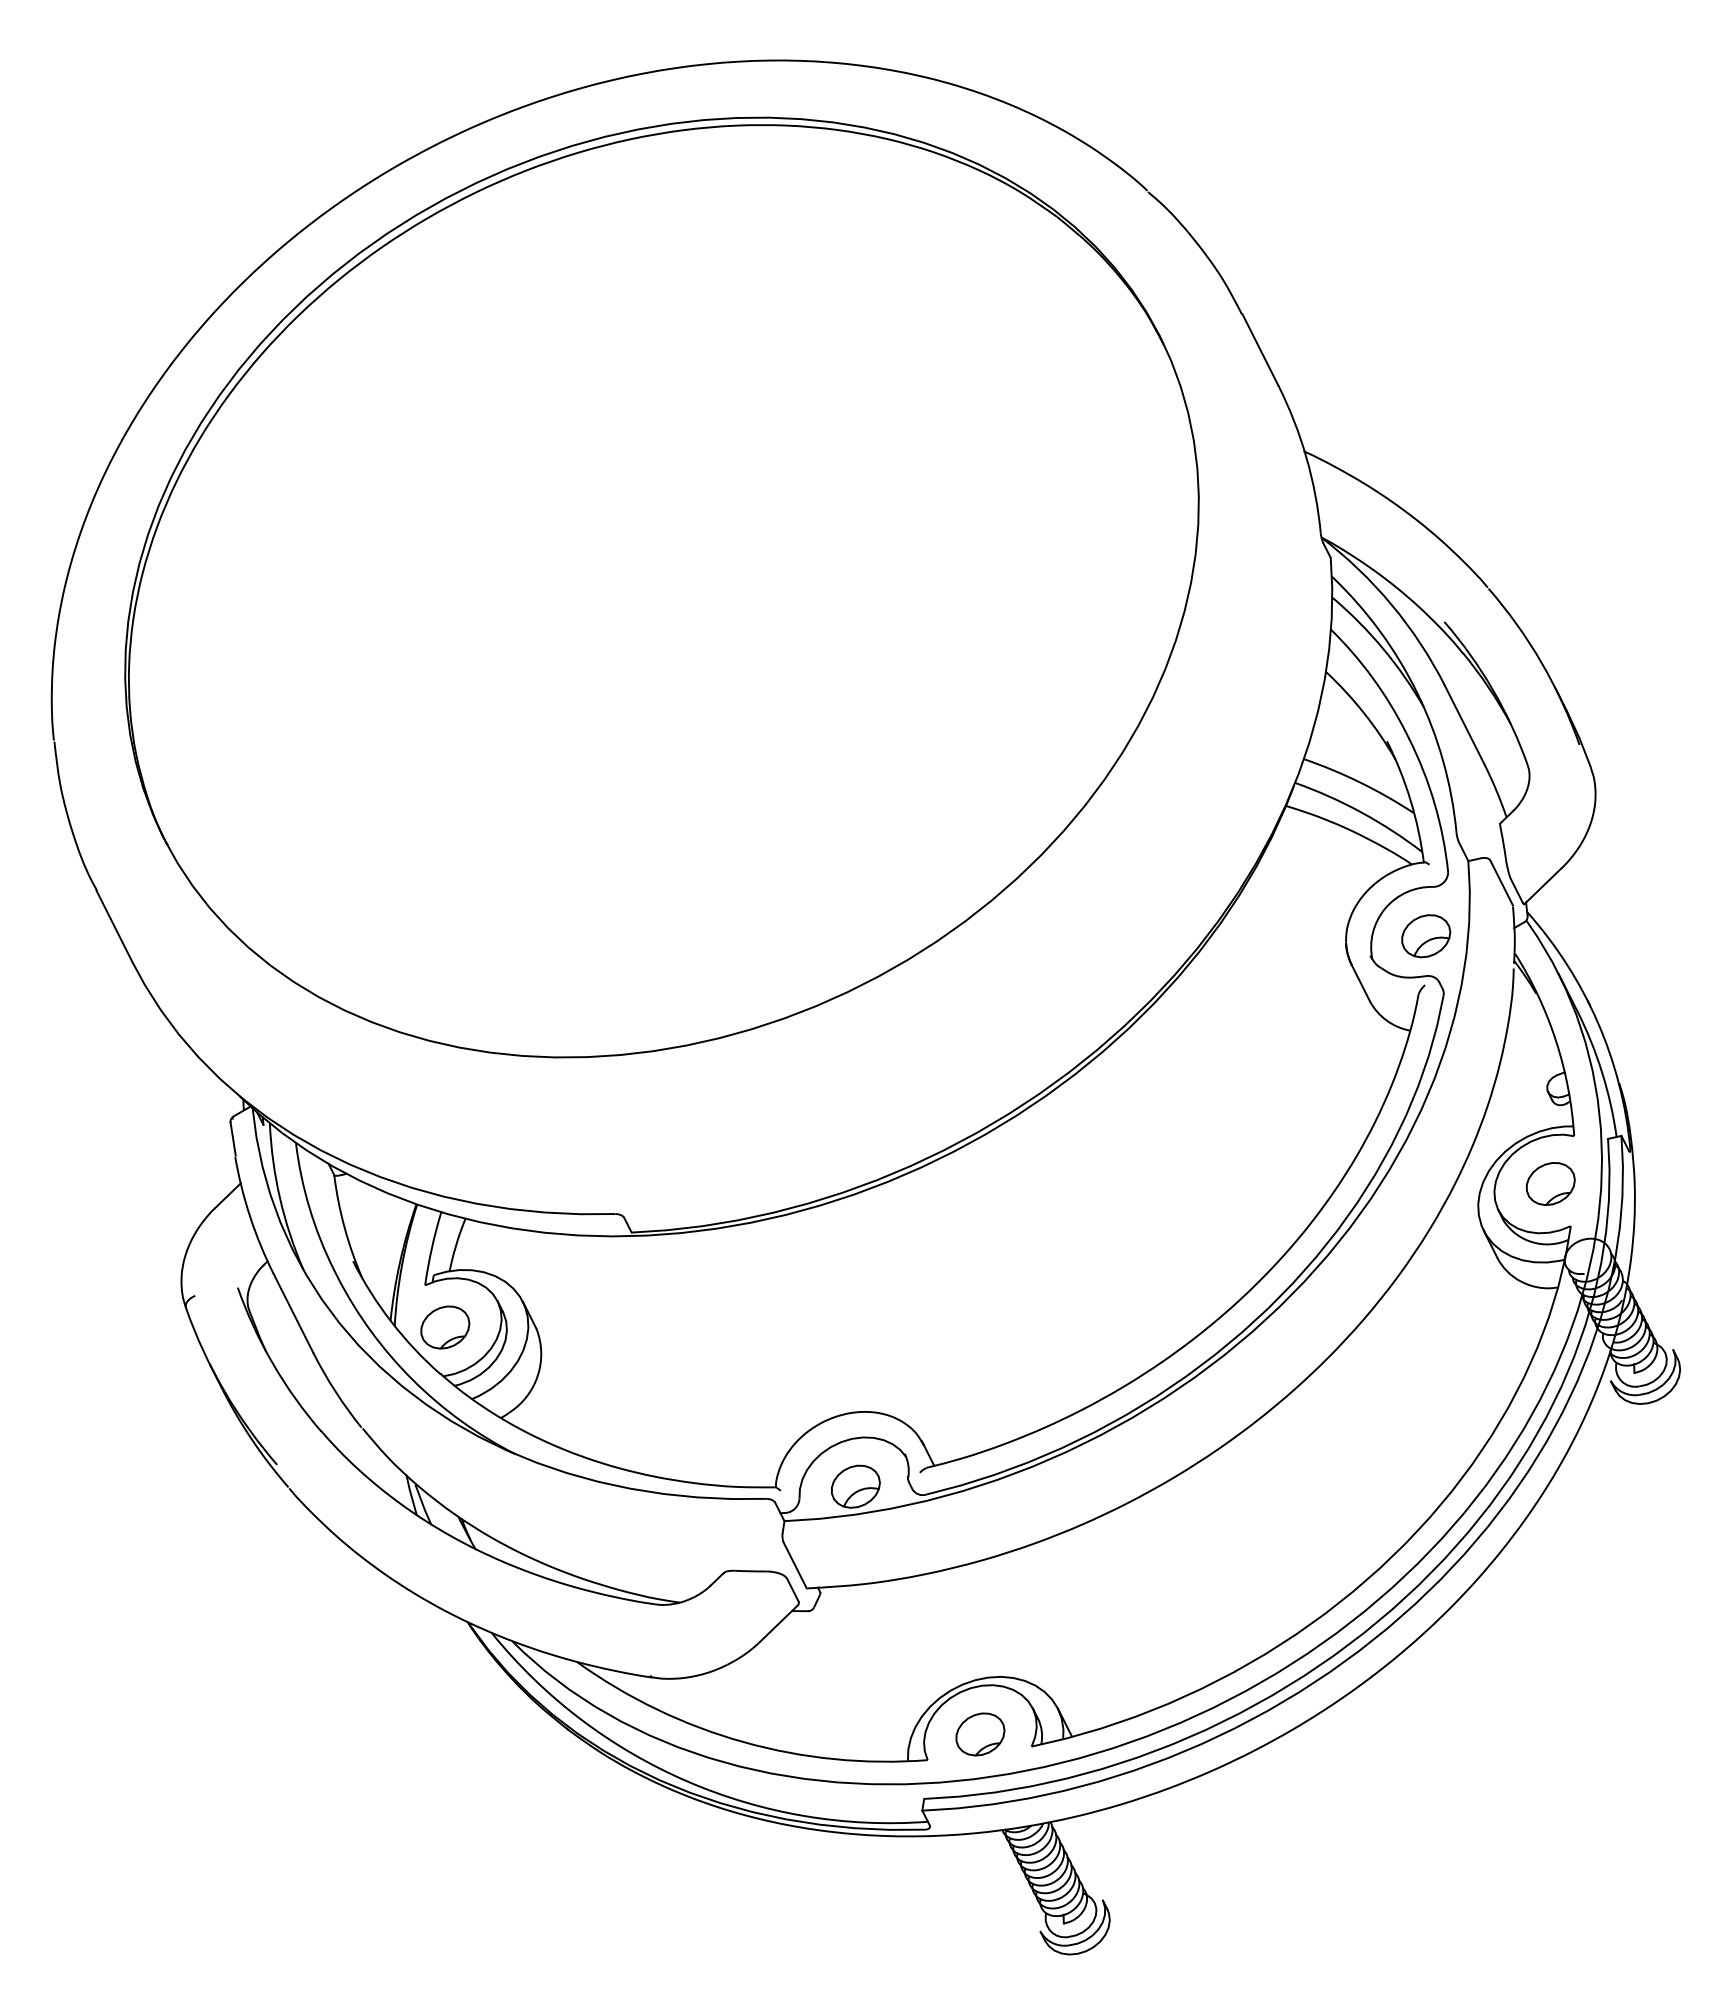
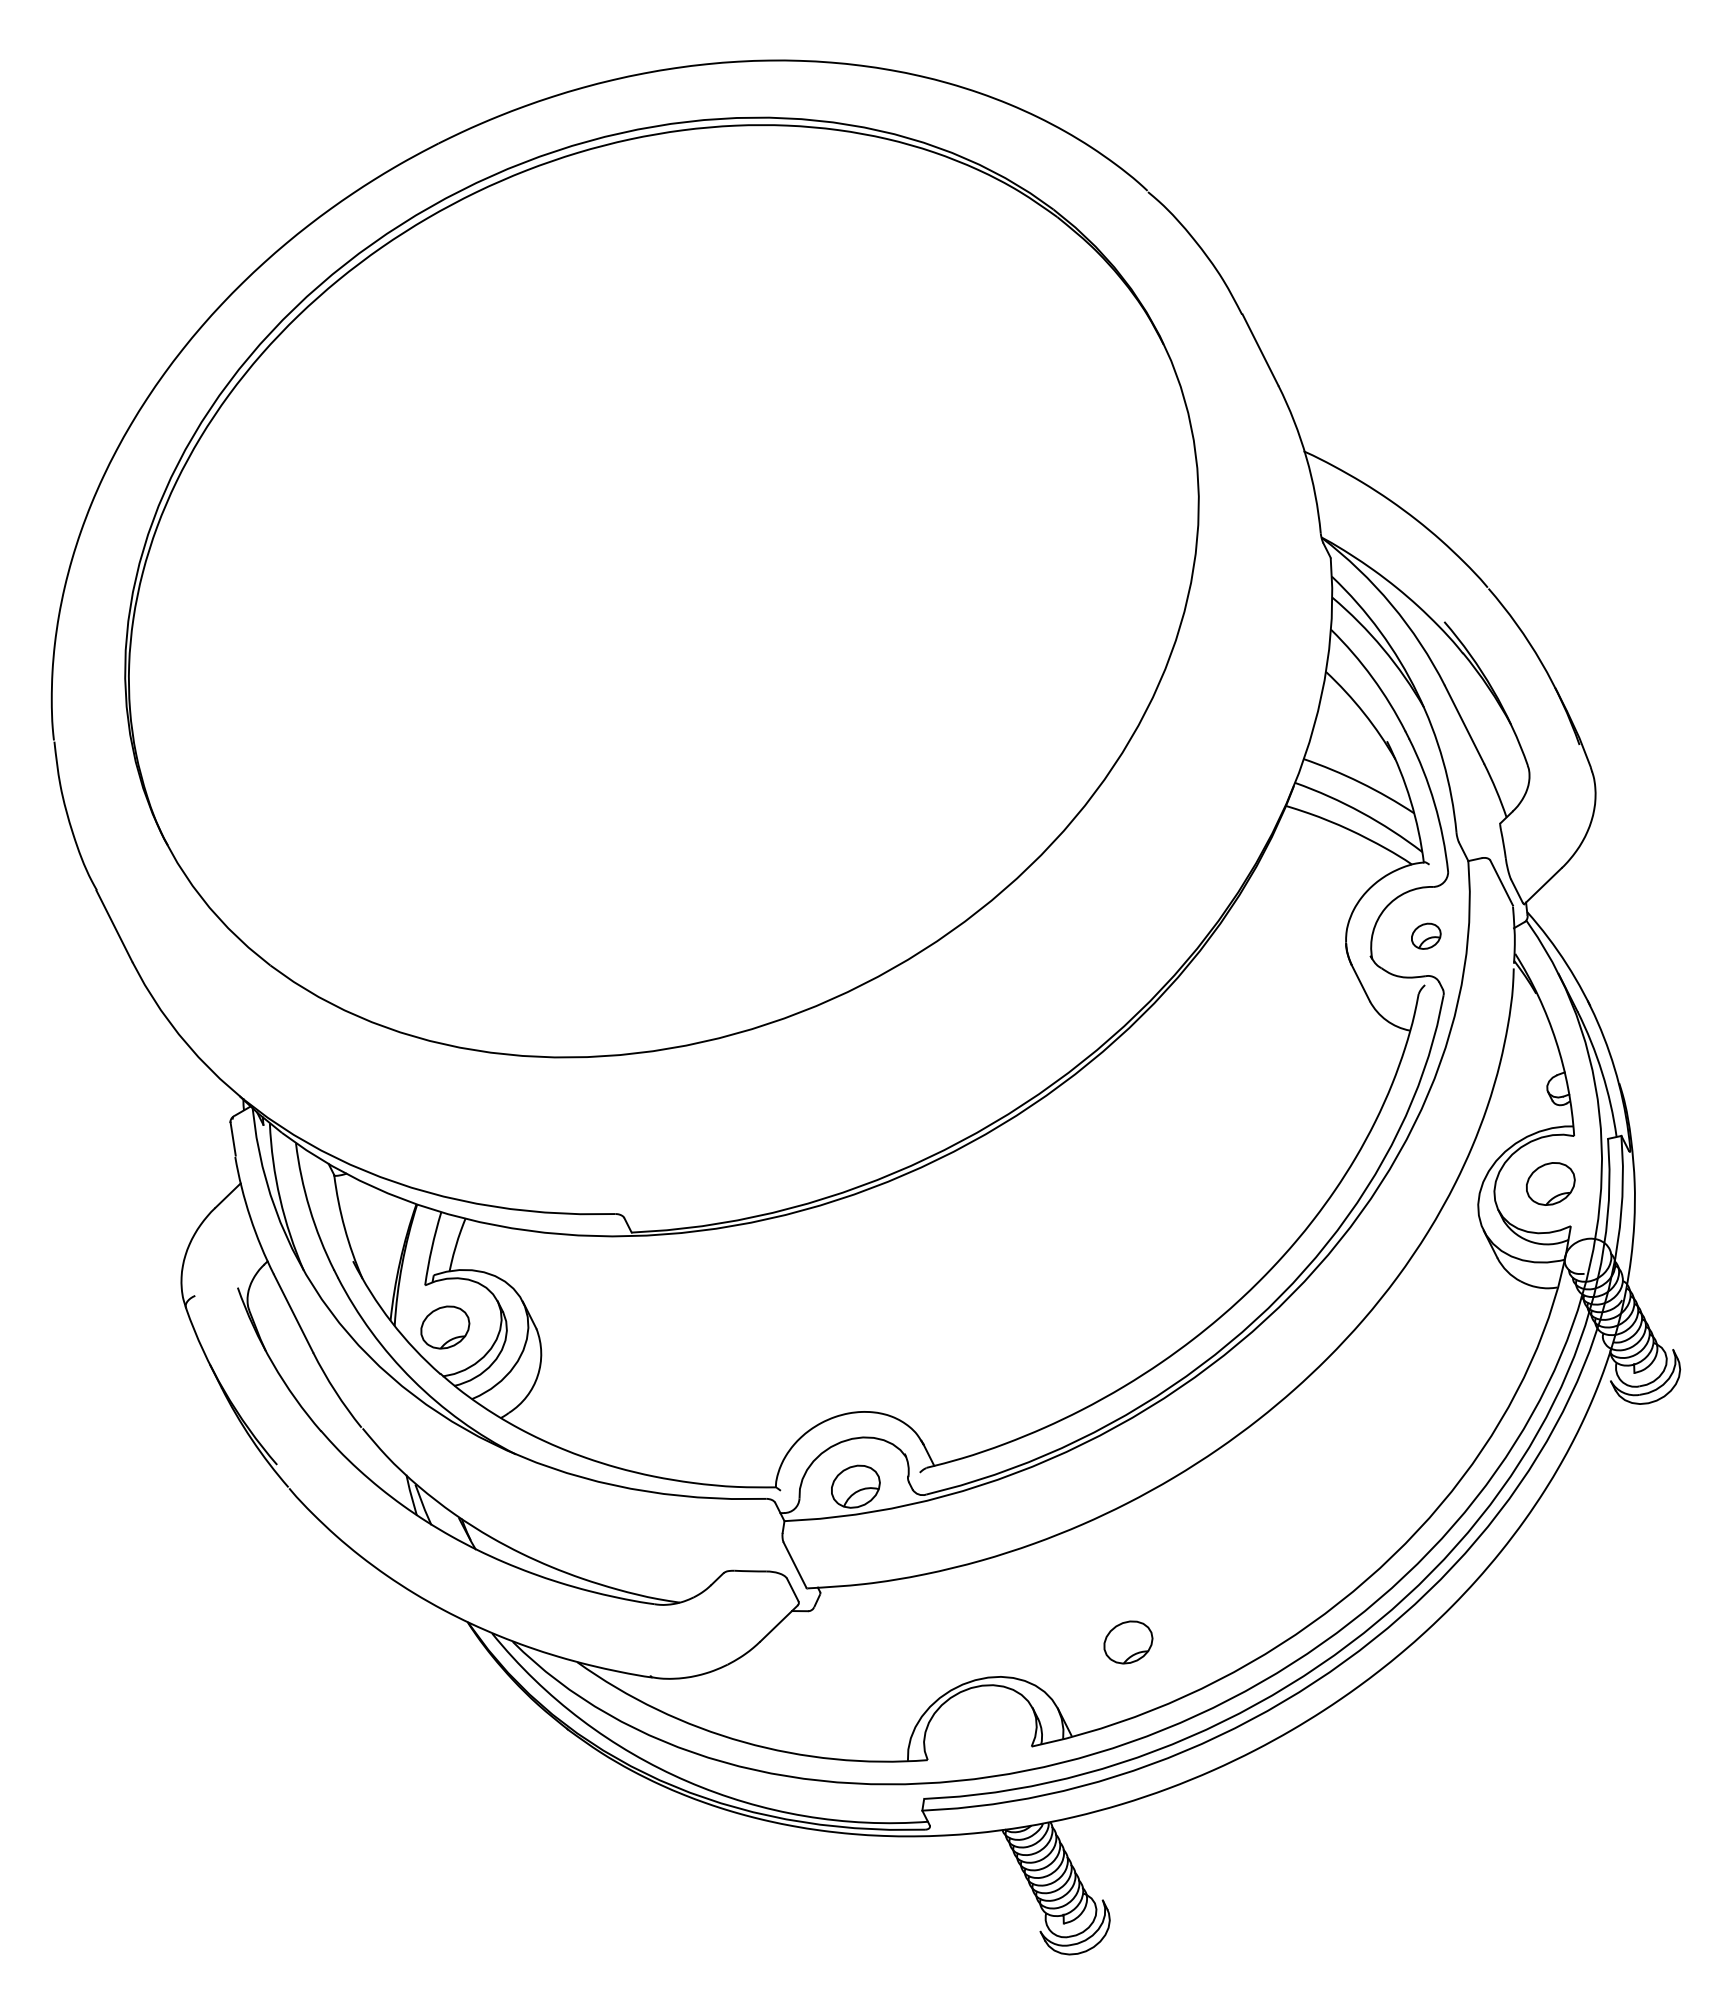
part at (1426, 936) size: 51x45 px -> 31x28 px
part at (980, 1734) position: (980, 1734) -> (1128, 1642)
